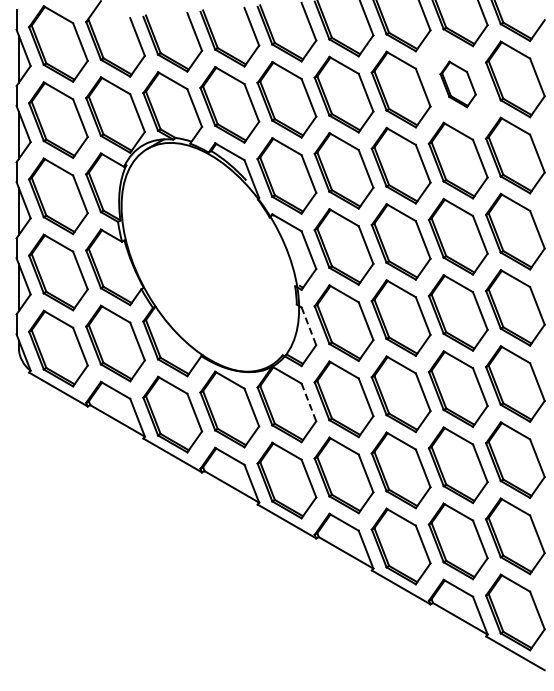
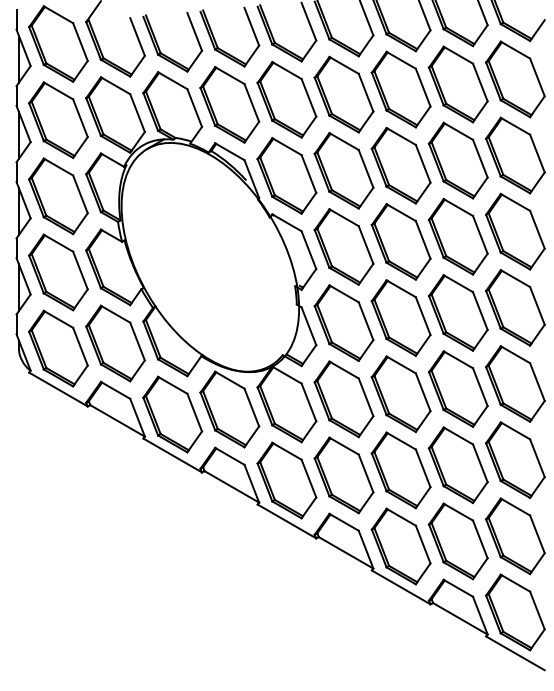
part at (457, 84) size: 38x49 px -> 62x79 px
line at (309, 326): dashed -> solid
line at (309, 402): dashed -> solid
